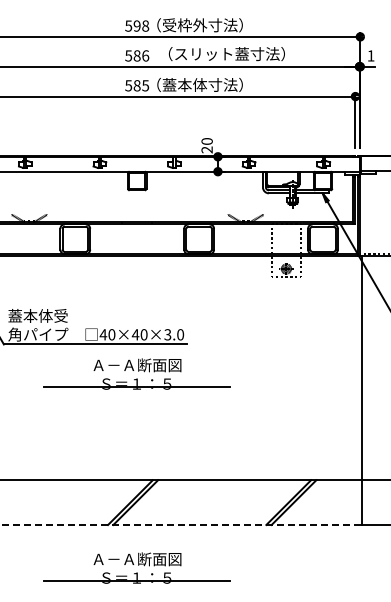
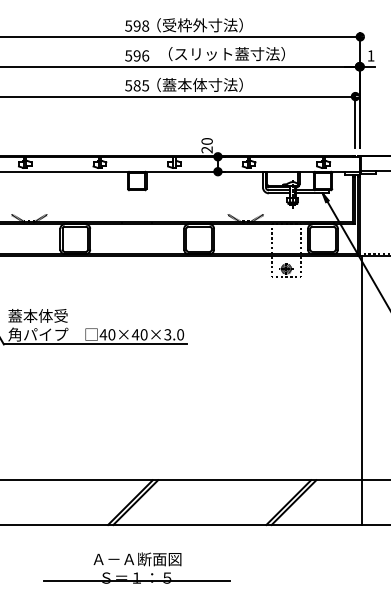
text at (136, 55): 586 -> 596
part at (136, 373): present -> none
line at (180, 524): dashed -> solid
